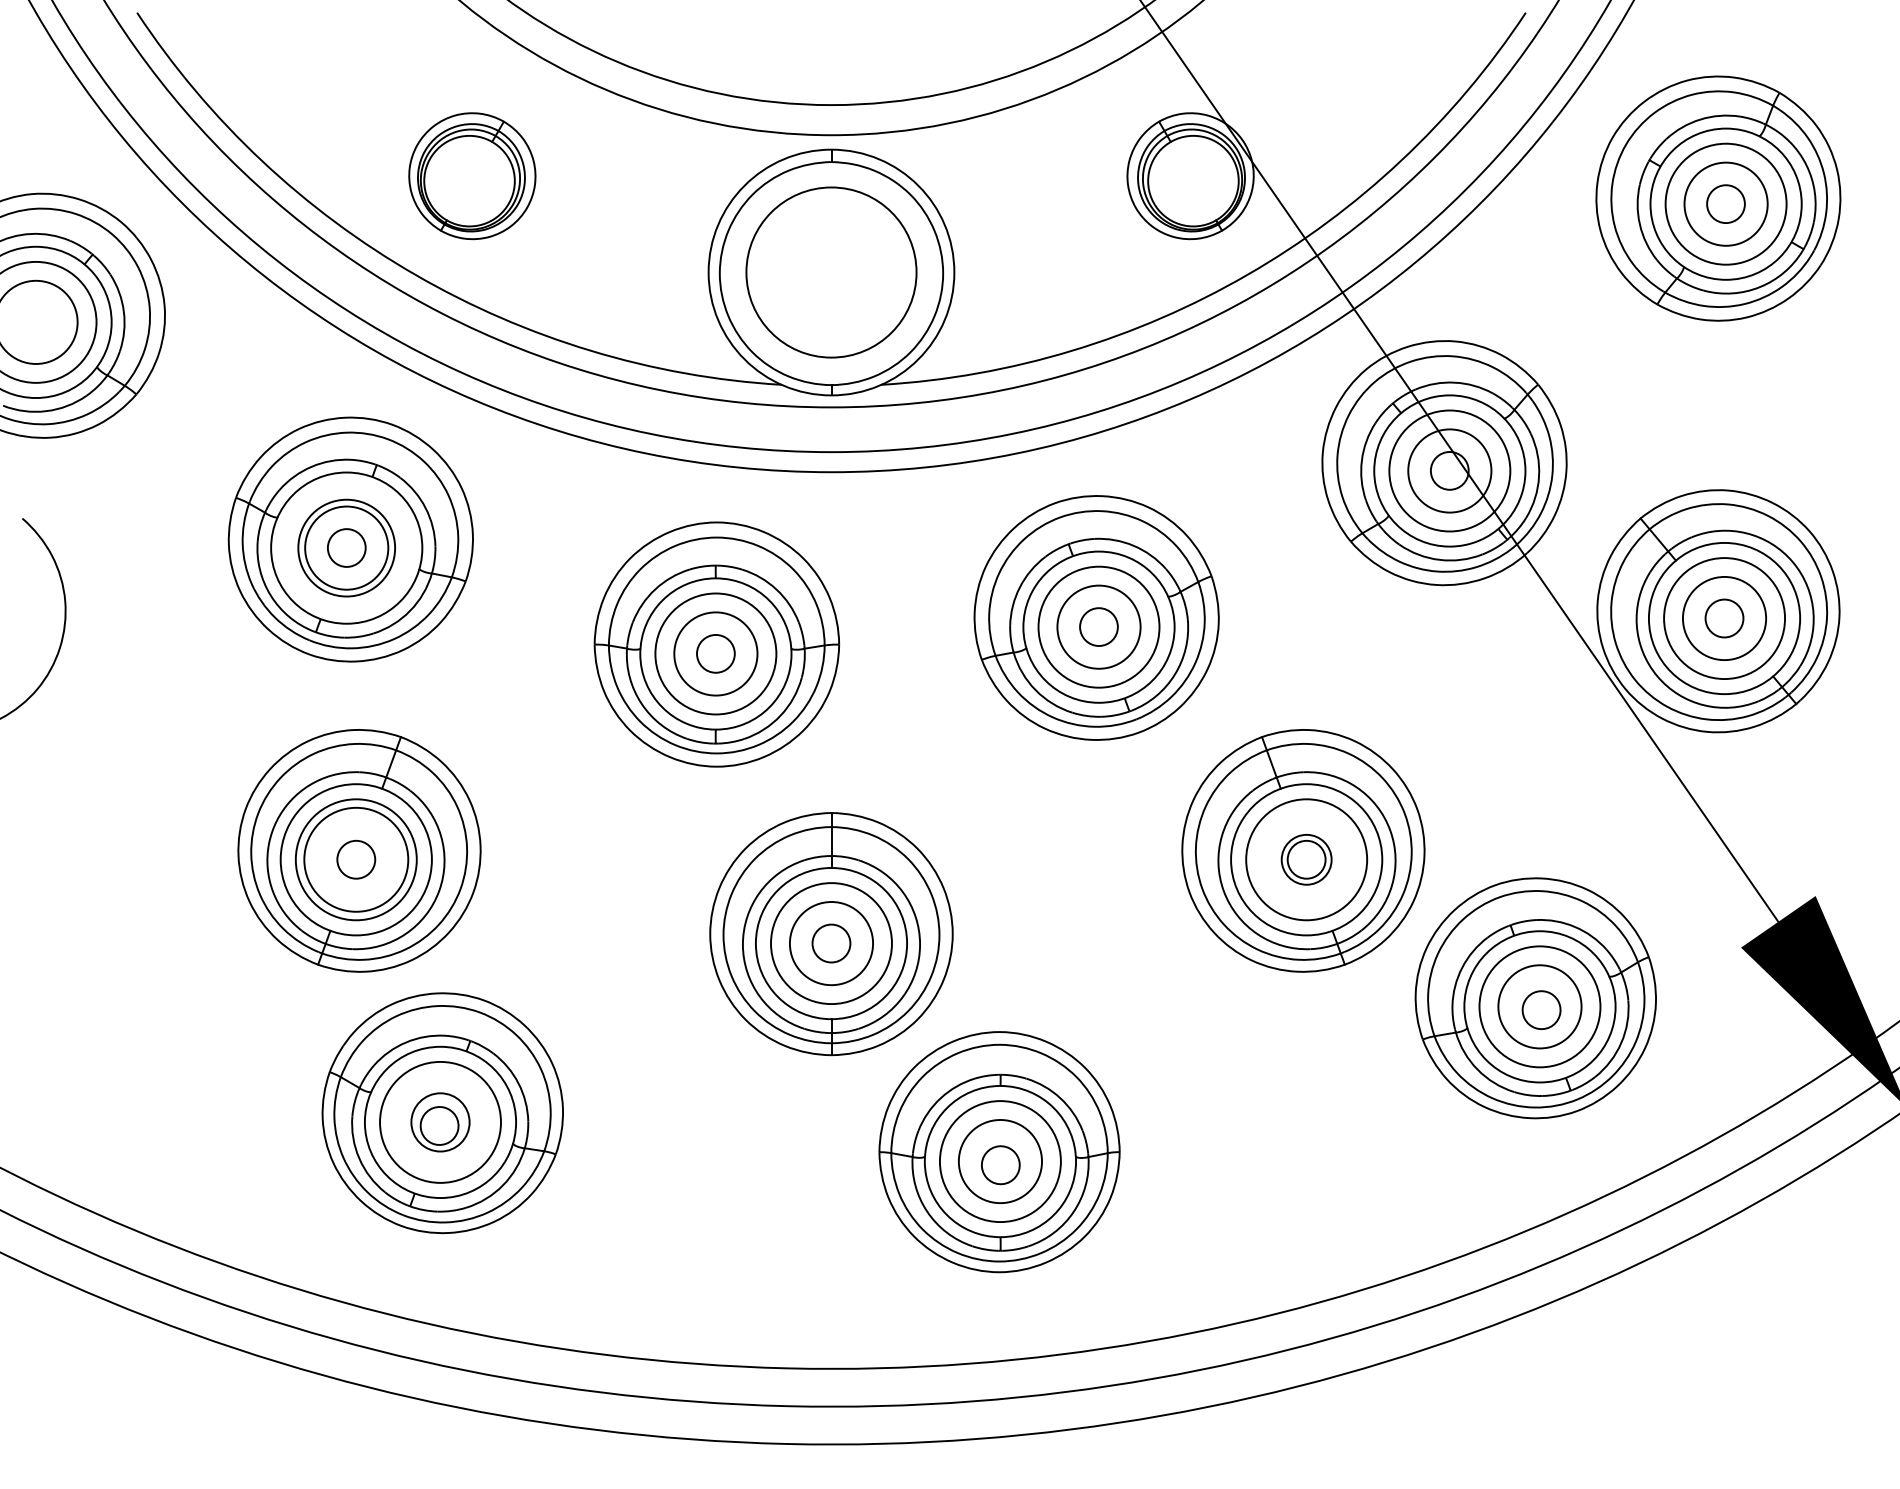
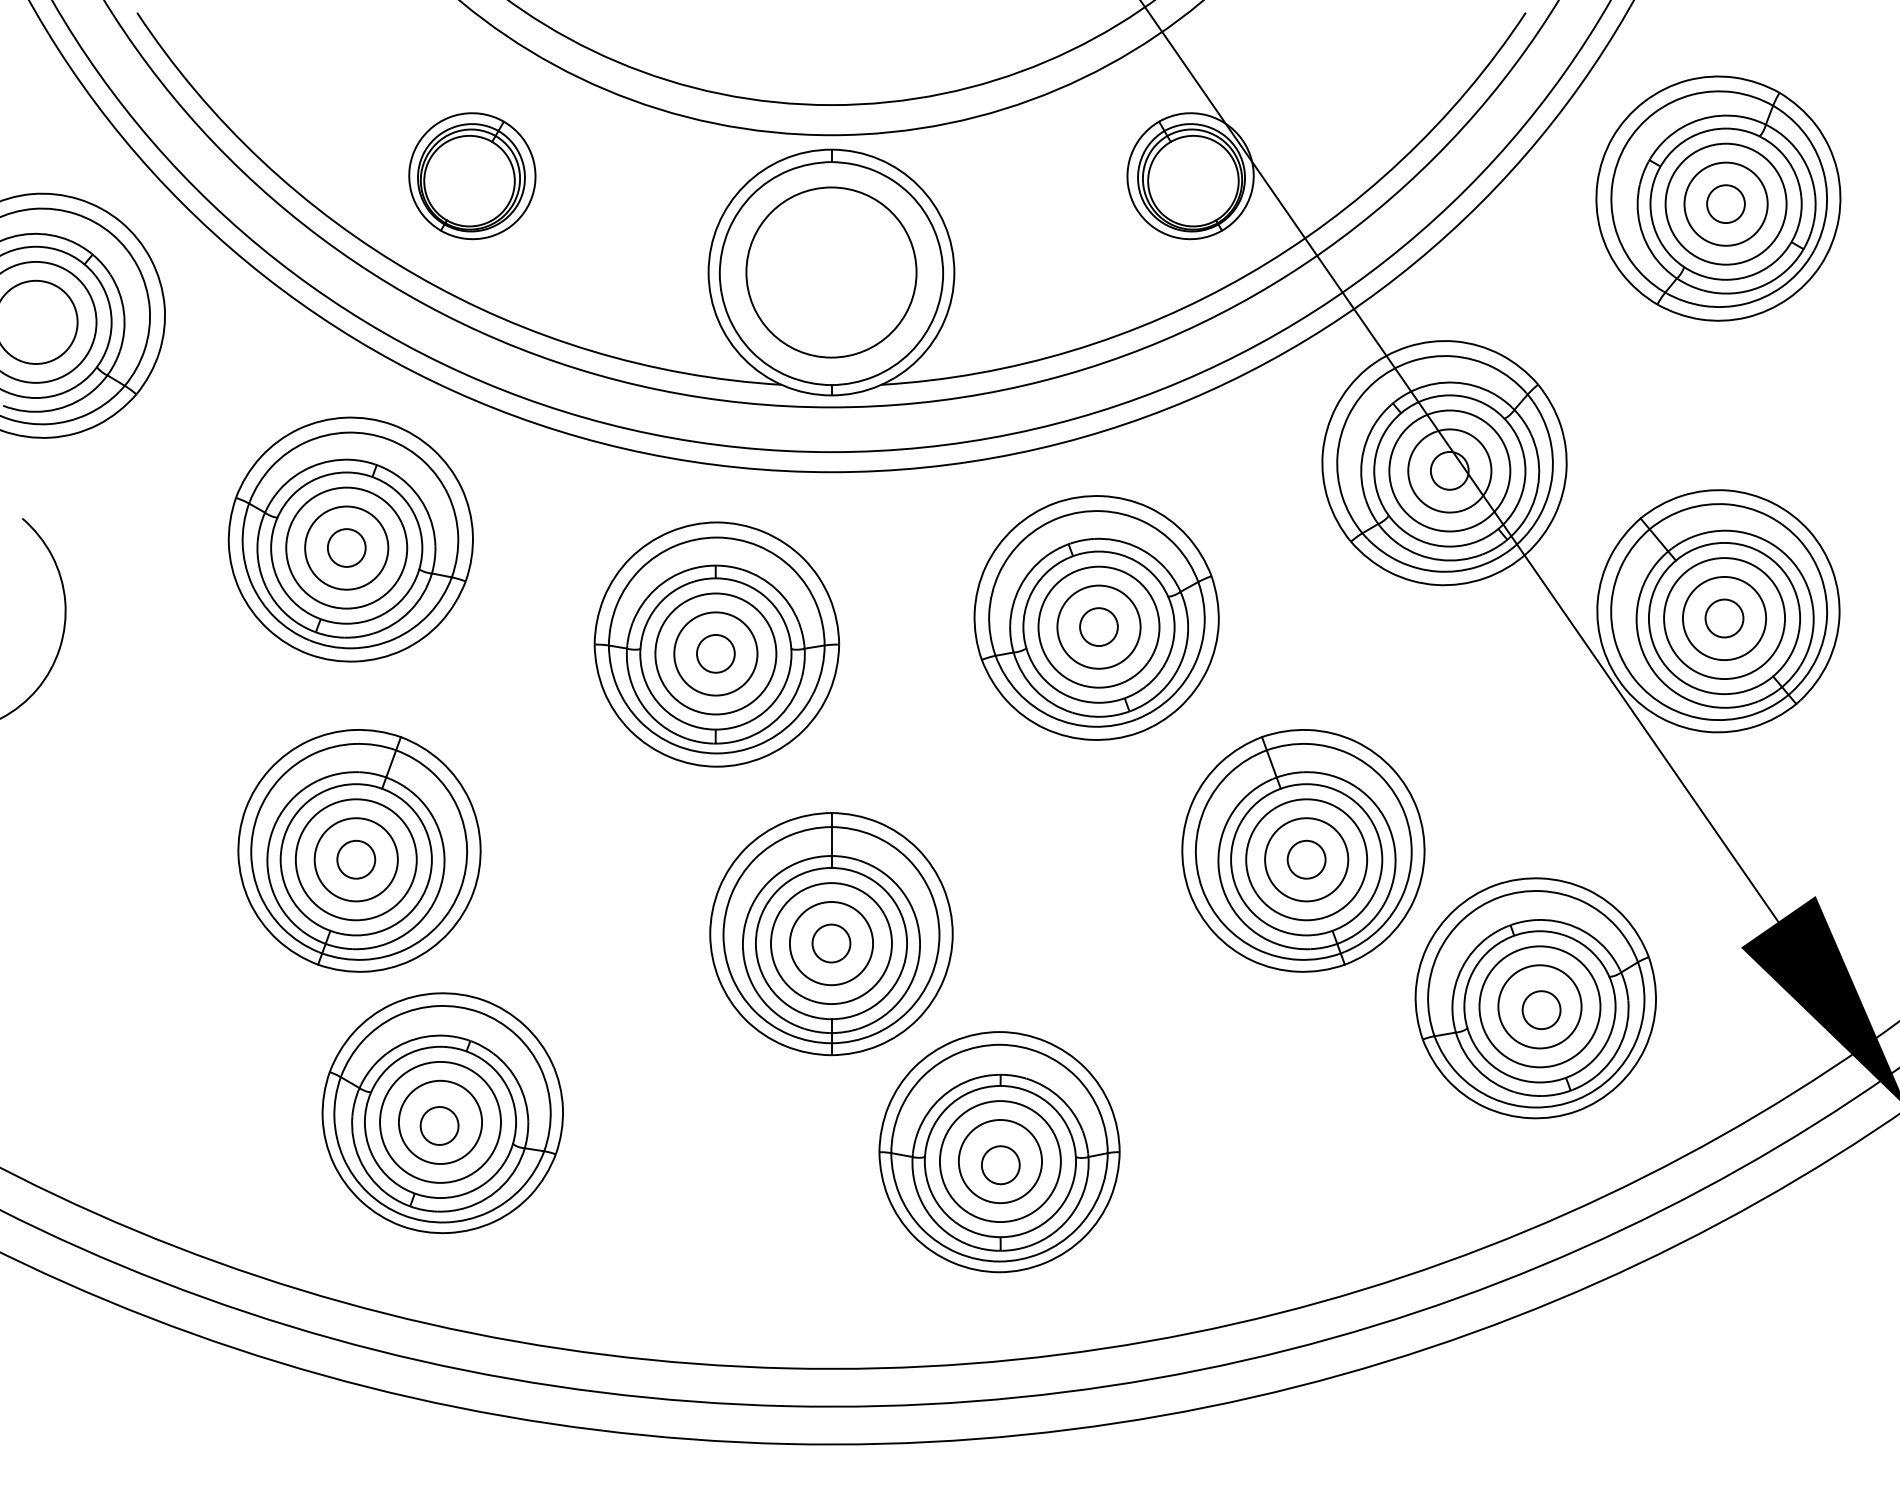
circle at (346, 547) diameter: 97 px -> 121 px
circle at (356, 859) diameter: 104 px -> 83 px
circle at (1306, 859) diameter: 50 px -> 83 px
circle at (440, 1122) diameter: 58 px -> 83 px
